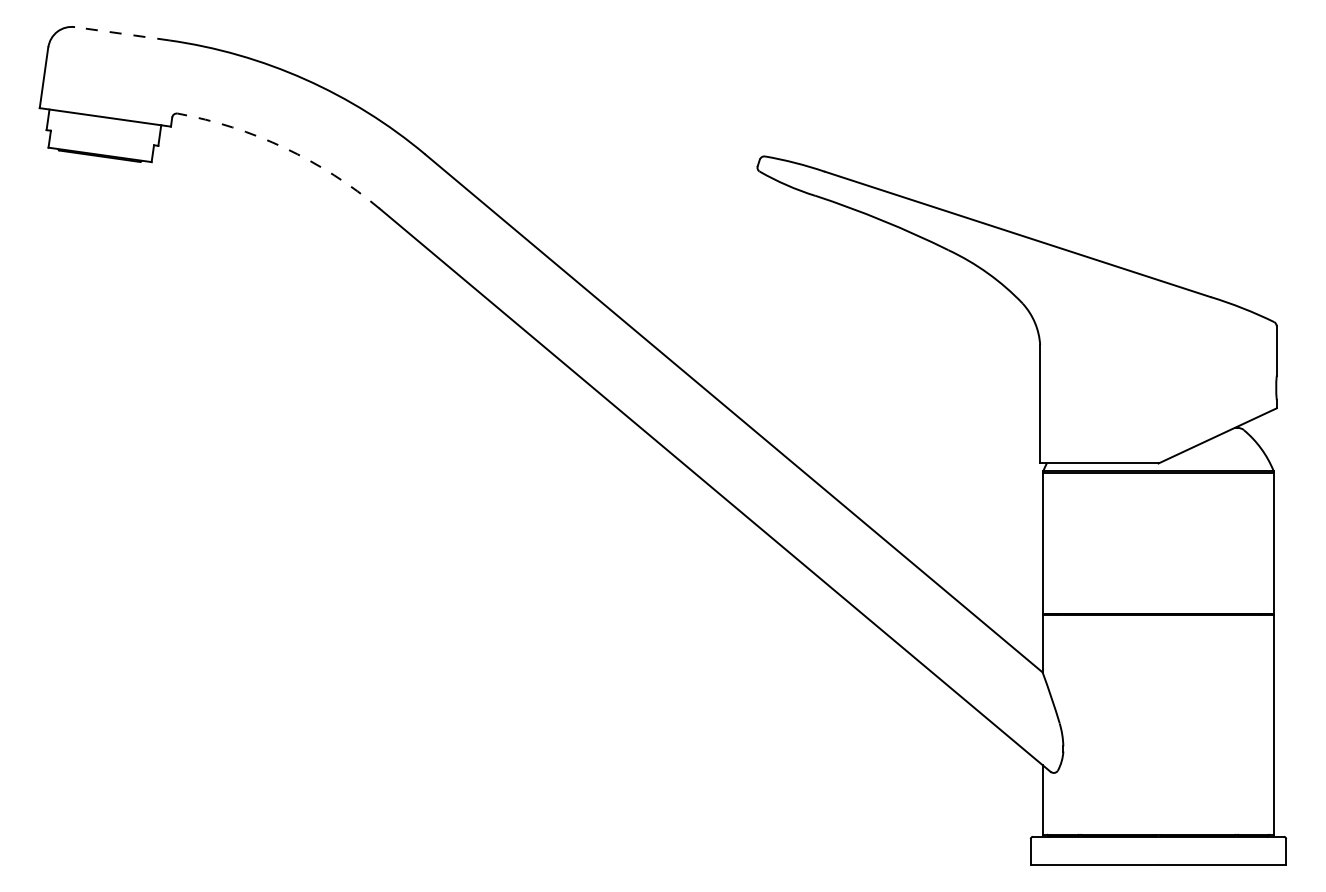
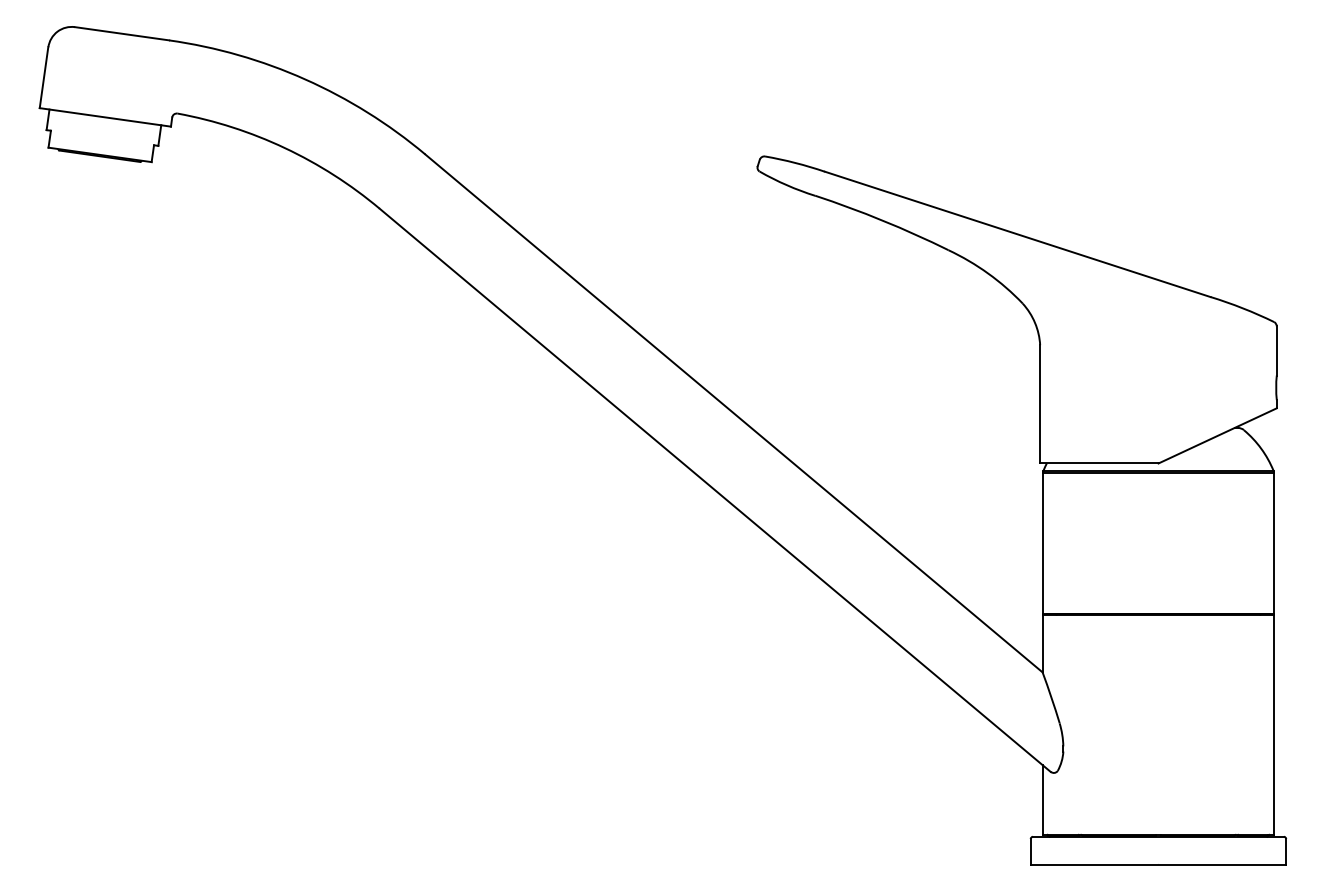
line at (122, 33): dashed -> solid
arc at (284, 148): dashed -> solid
